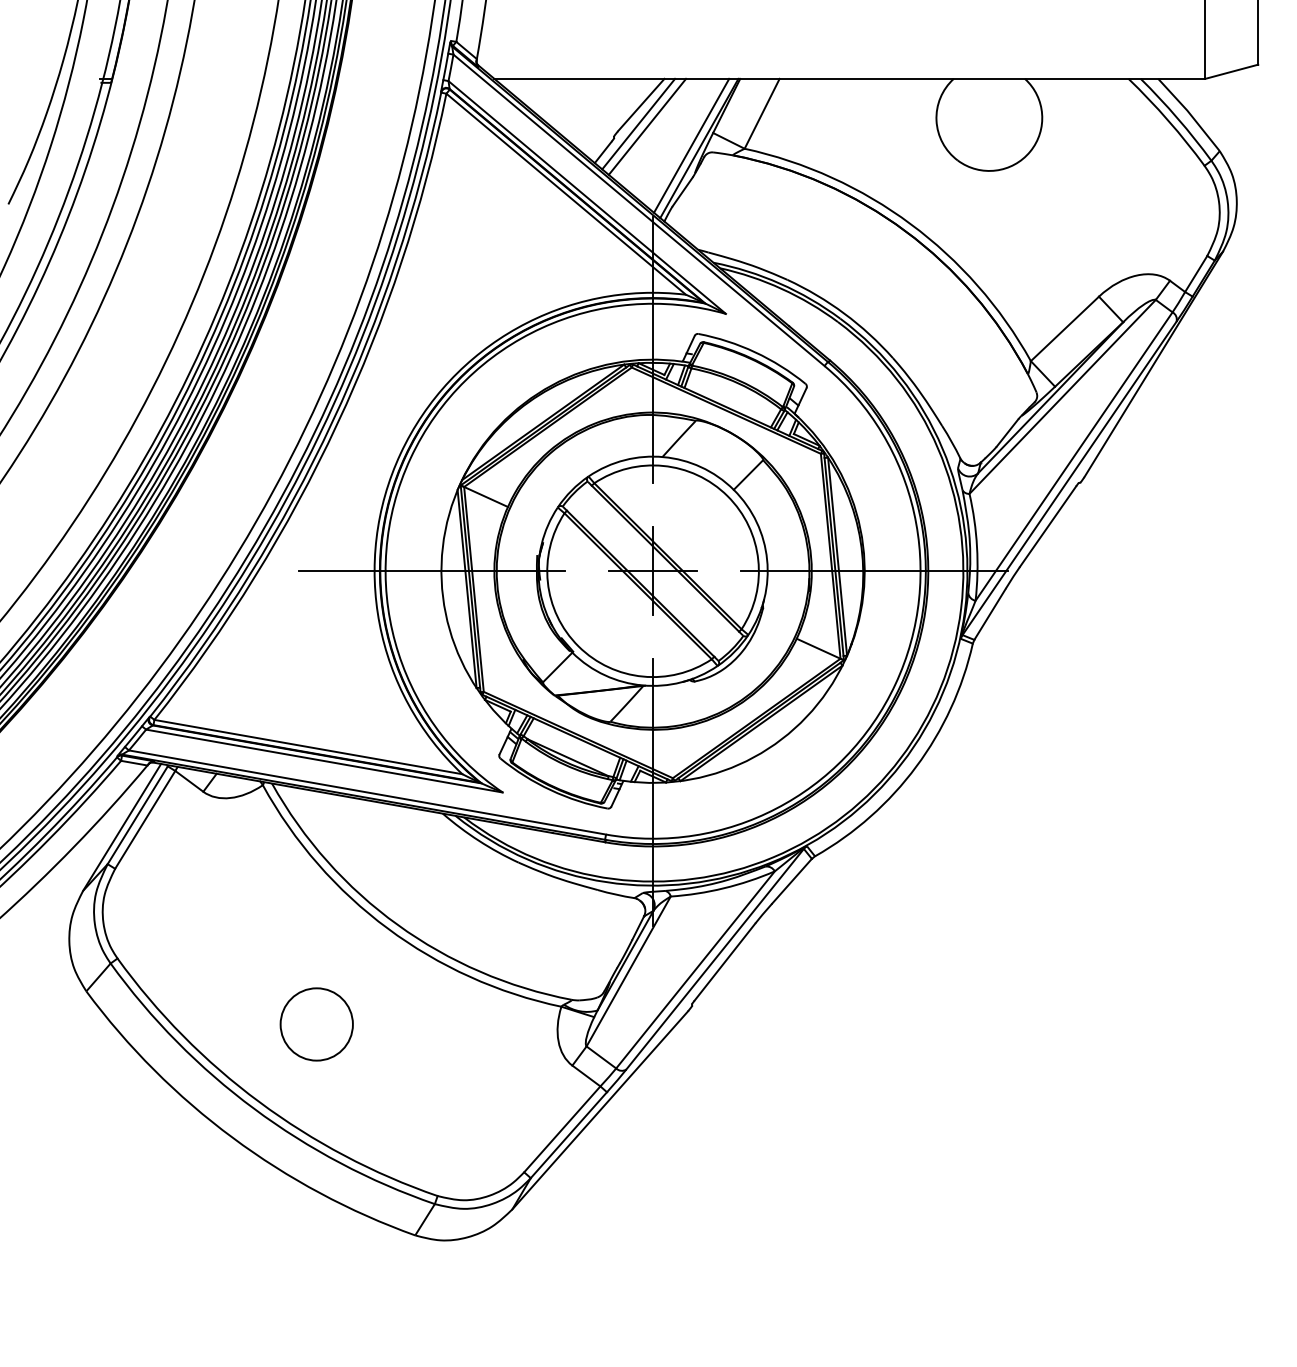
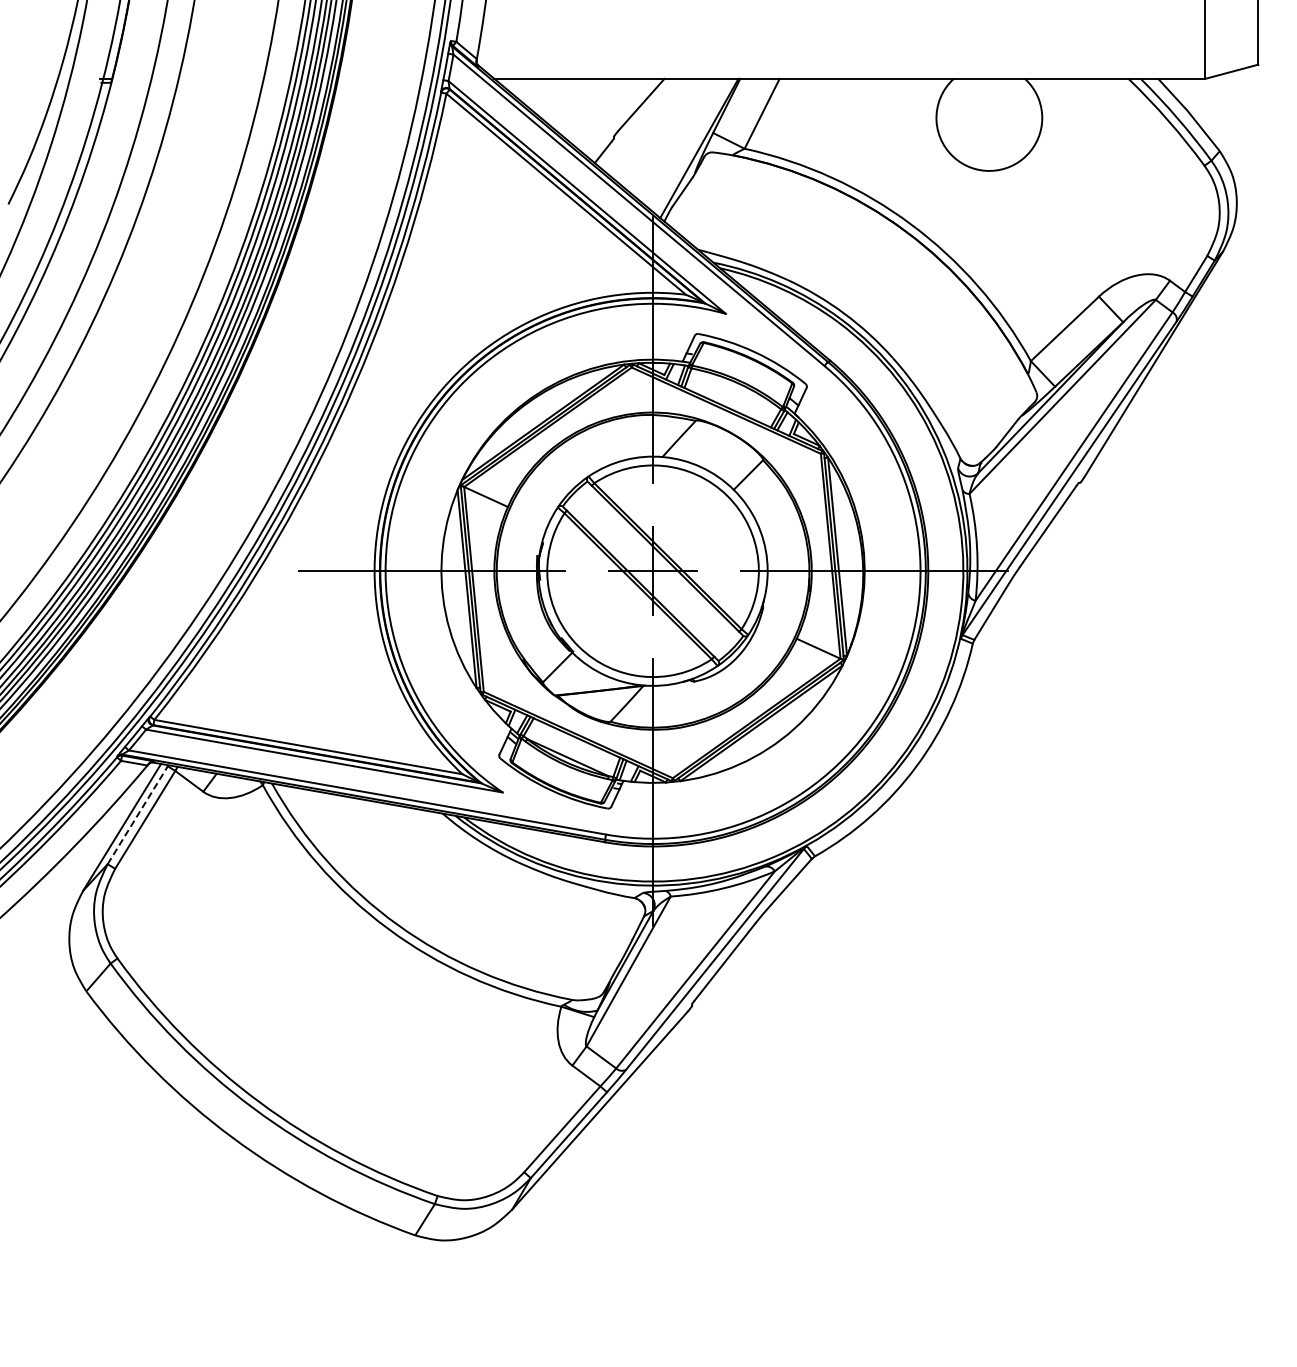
line at (638, 123): present -> none
line at (647, 126): present -> none
line at (691, 145): present -> none
line at (138, 814): solid -> dashed
circle at (316, 1024): present -> none
